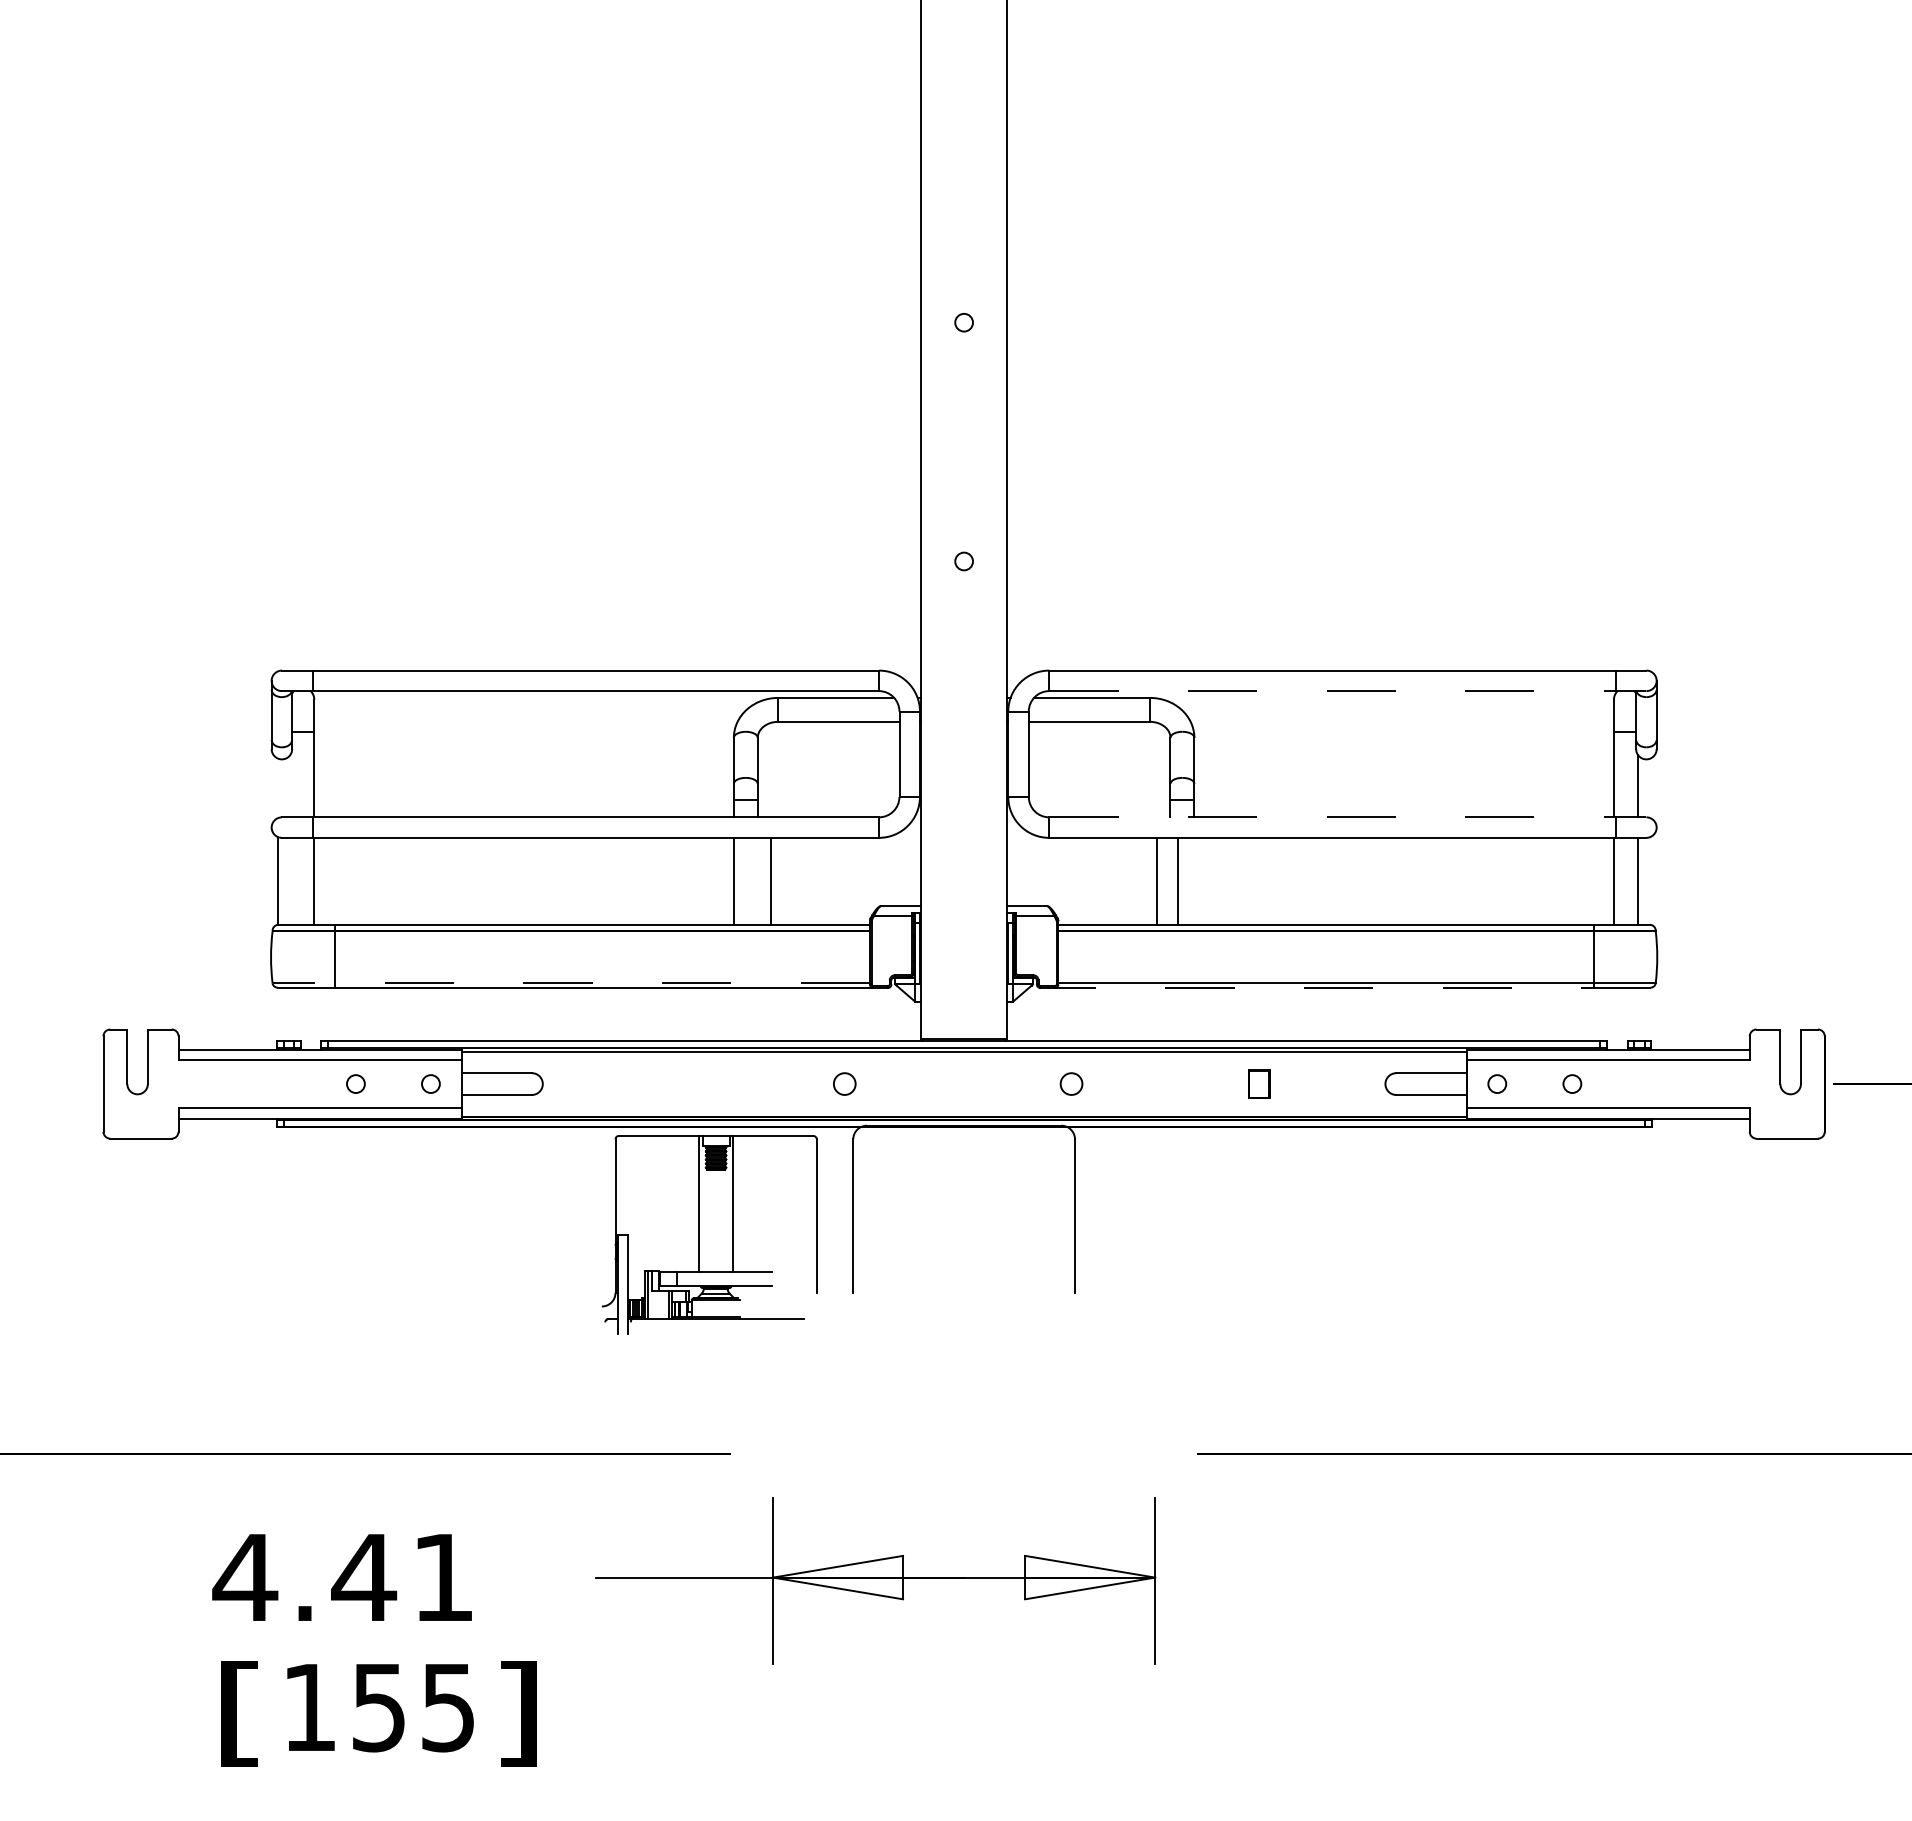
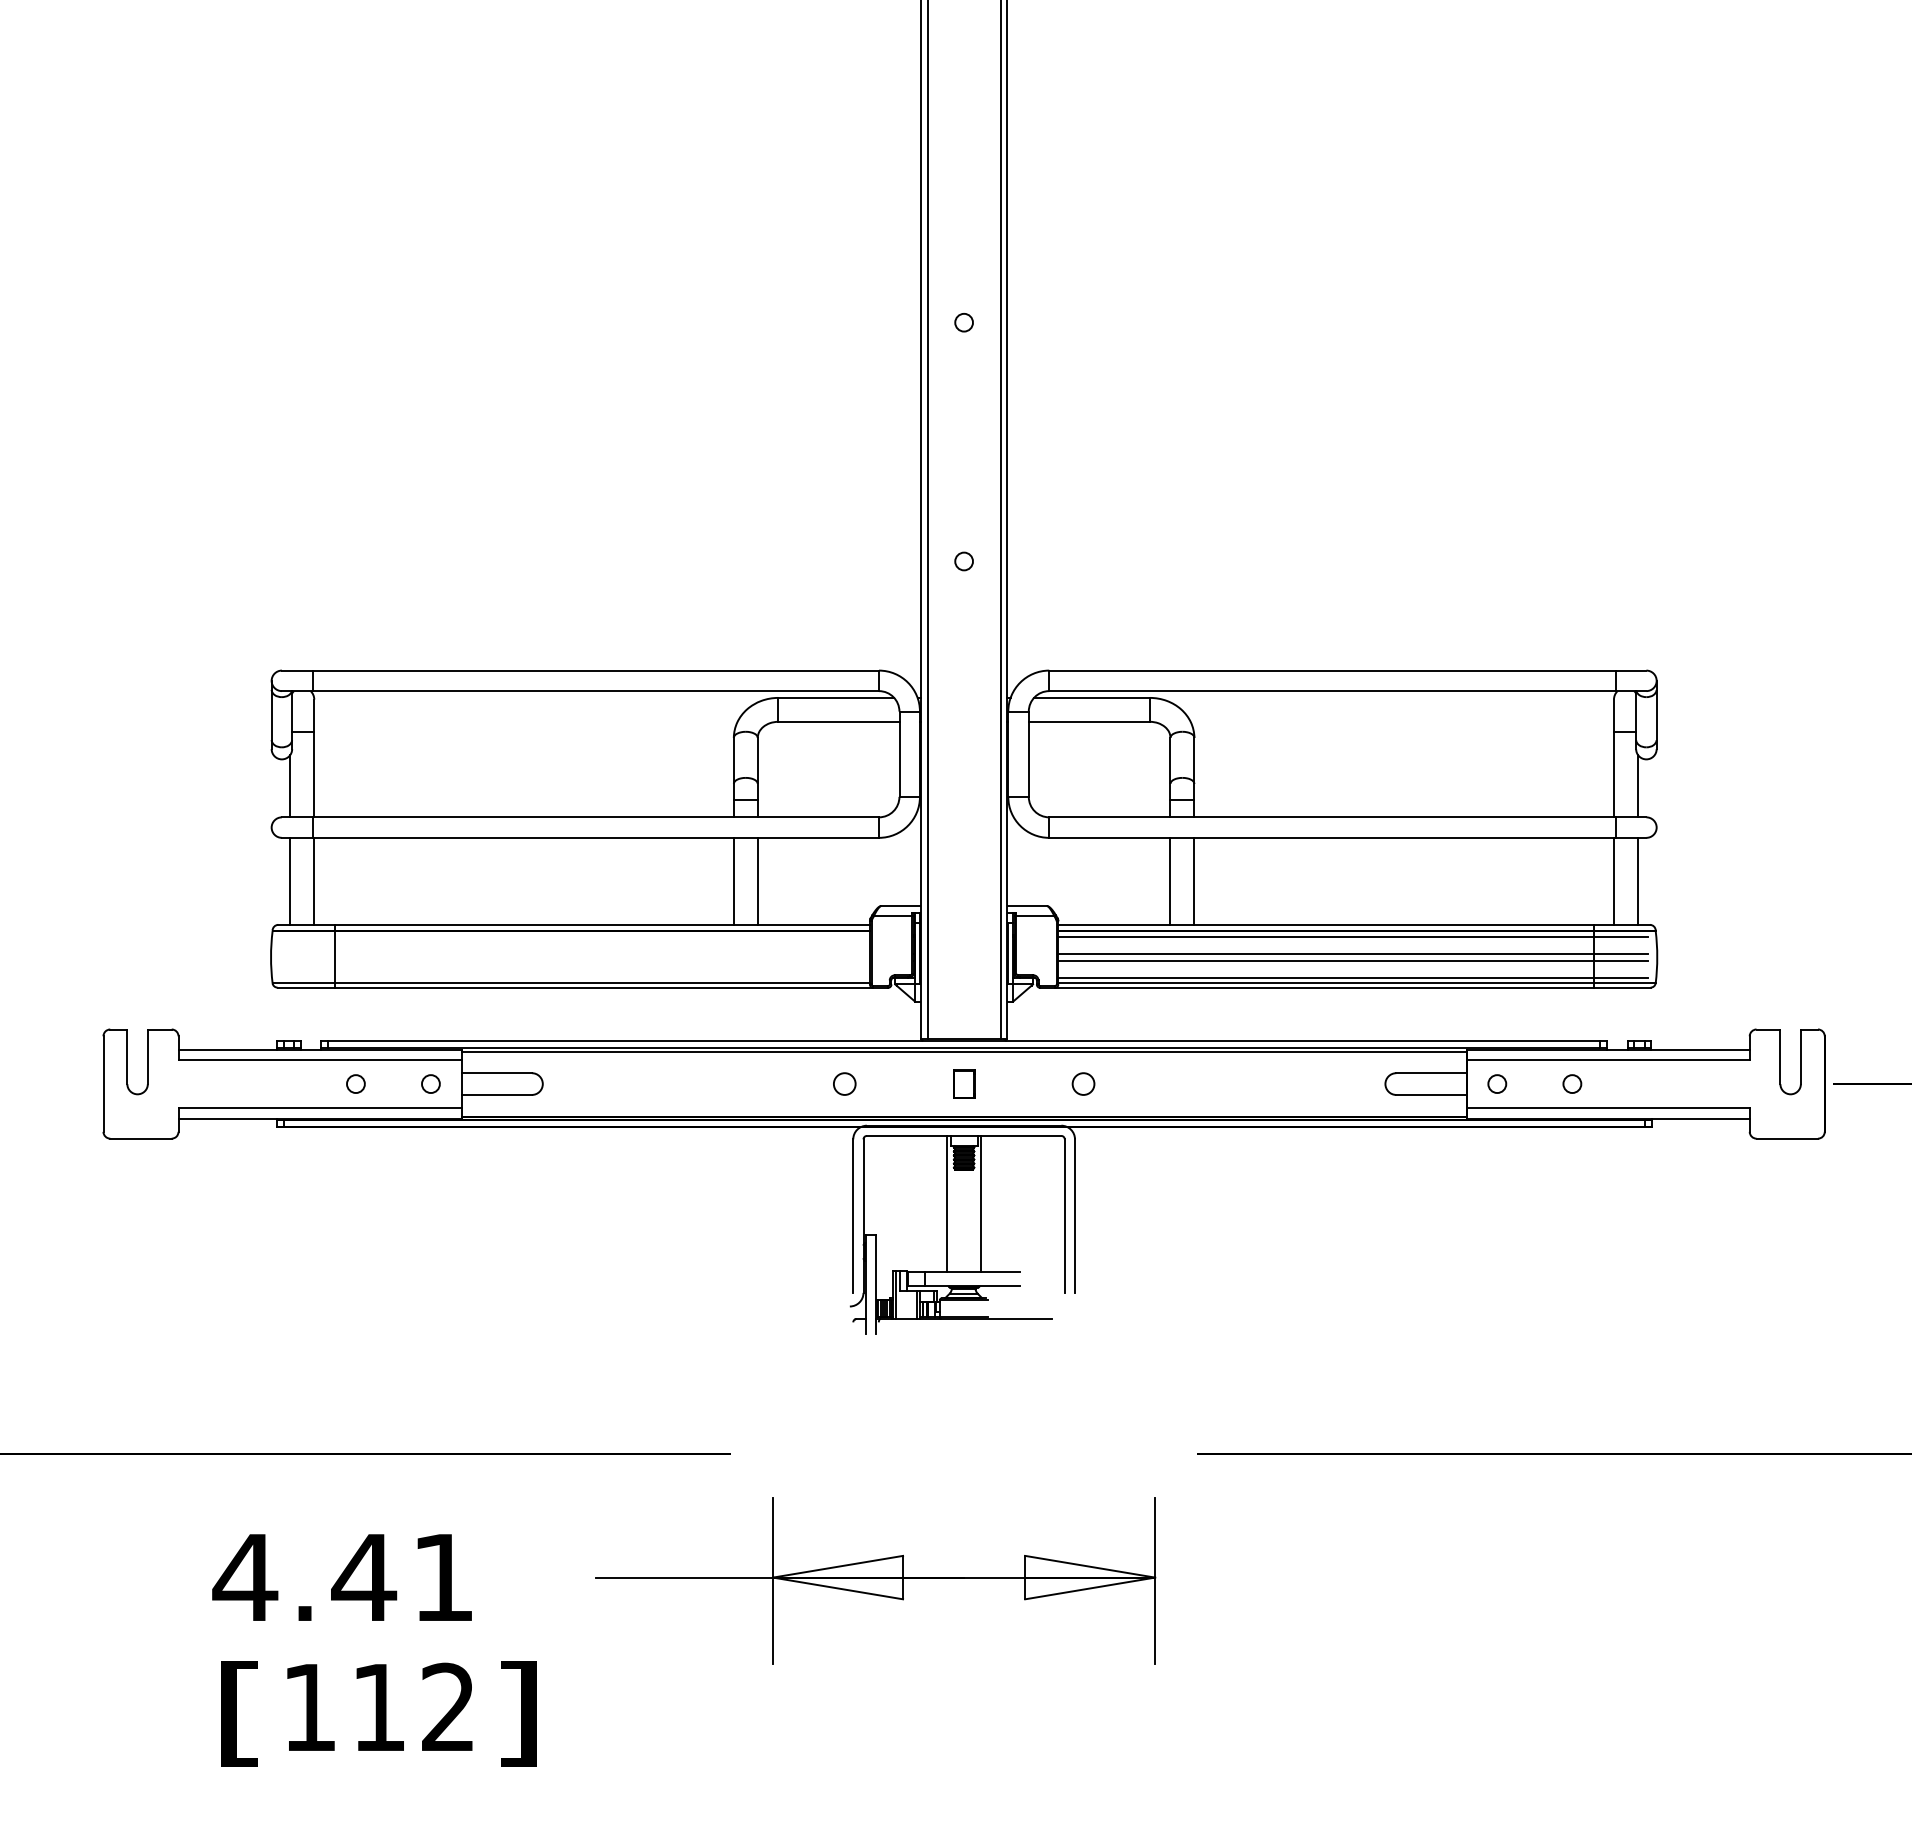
line at (927, 520): none -> present
line at (1000, 520): none -> present
line at (1347, 691): dashed -> solid
line at (290, 785): none -> present
line at (1347, 817): dashed -> solid
line at (278, 880) position: (278, 880) -> (290, 880)
line at (770, 880) position: (770, 880) -> (757, 880)
line at (1157, 880) position: (1157, 880) -> (1170, 880)
line at (1178, 880) position: (1178, 880) -> (1194, 880)
line at (1353, 936): none -> present
line at (1353, 953): none -> present
line at (1353, 960): none -> present
line at (1353, 977): none -> present
line at (571, 983): dashed -> solid
line at (1352, 987): dashed -> solid
circle at (1071, 1083) position: (1071, 1083) -> (1083, 1083)
part at (1259, 1083) position: (1259, 1083) -> (964, 1083)
part at (709, 1234) position: (709, 1234) -> (957, 1234)
text at (413, 1707): 155 -> 112
